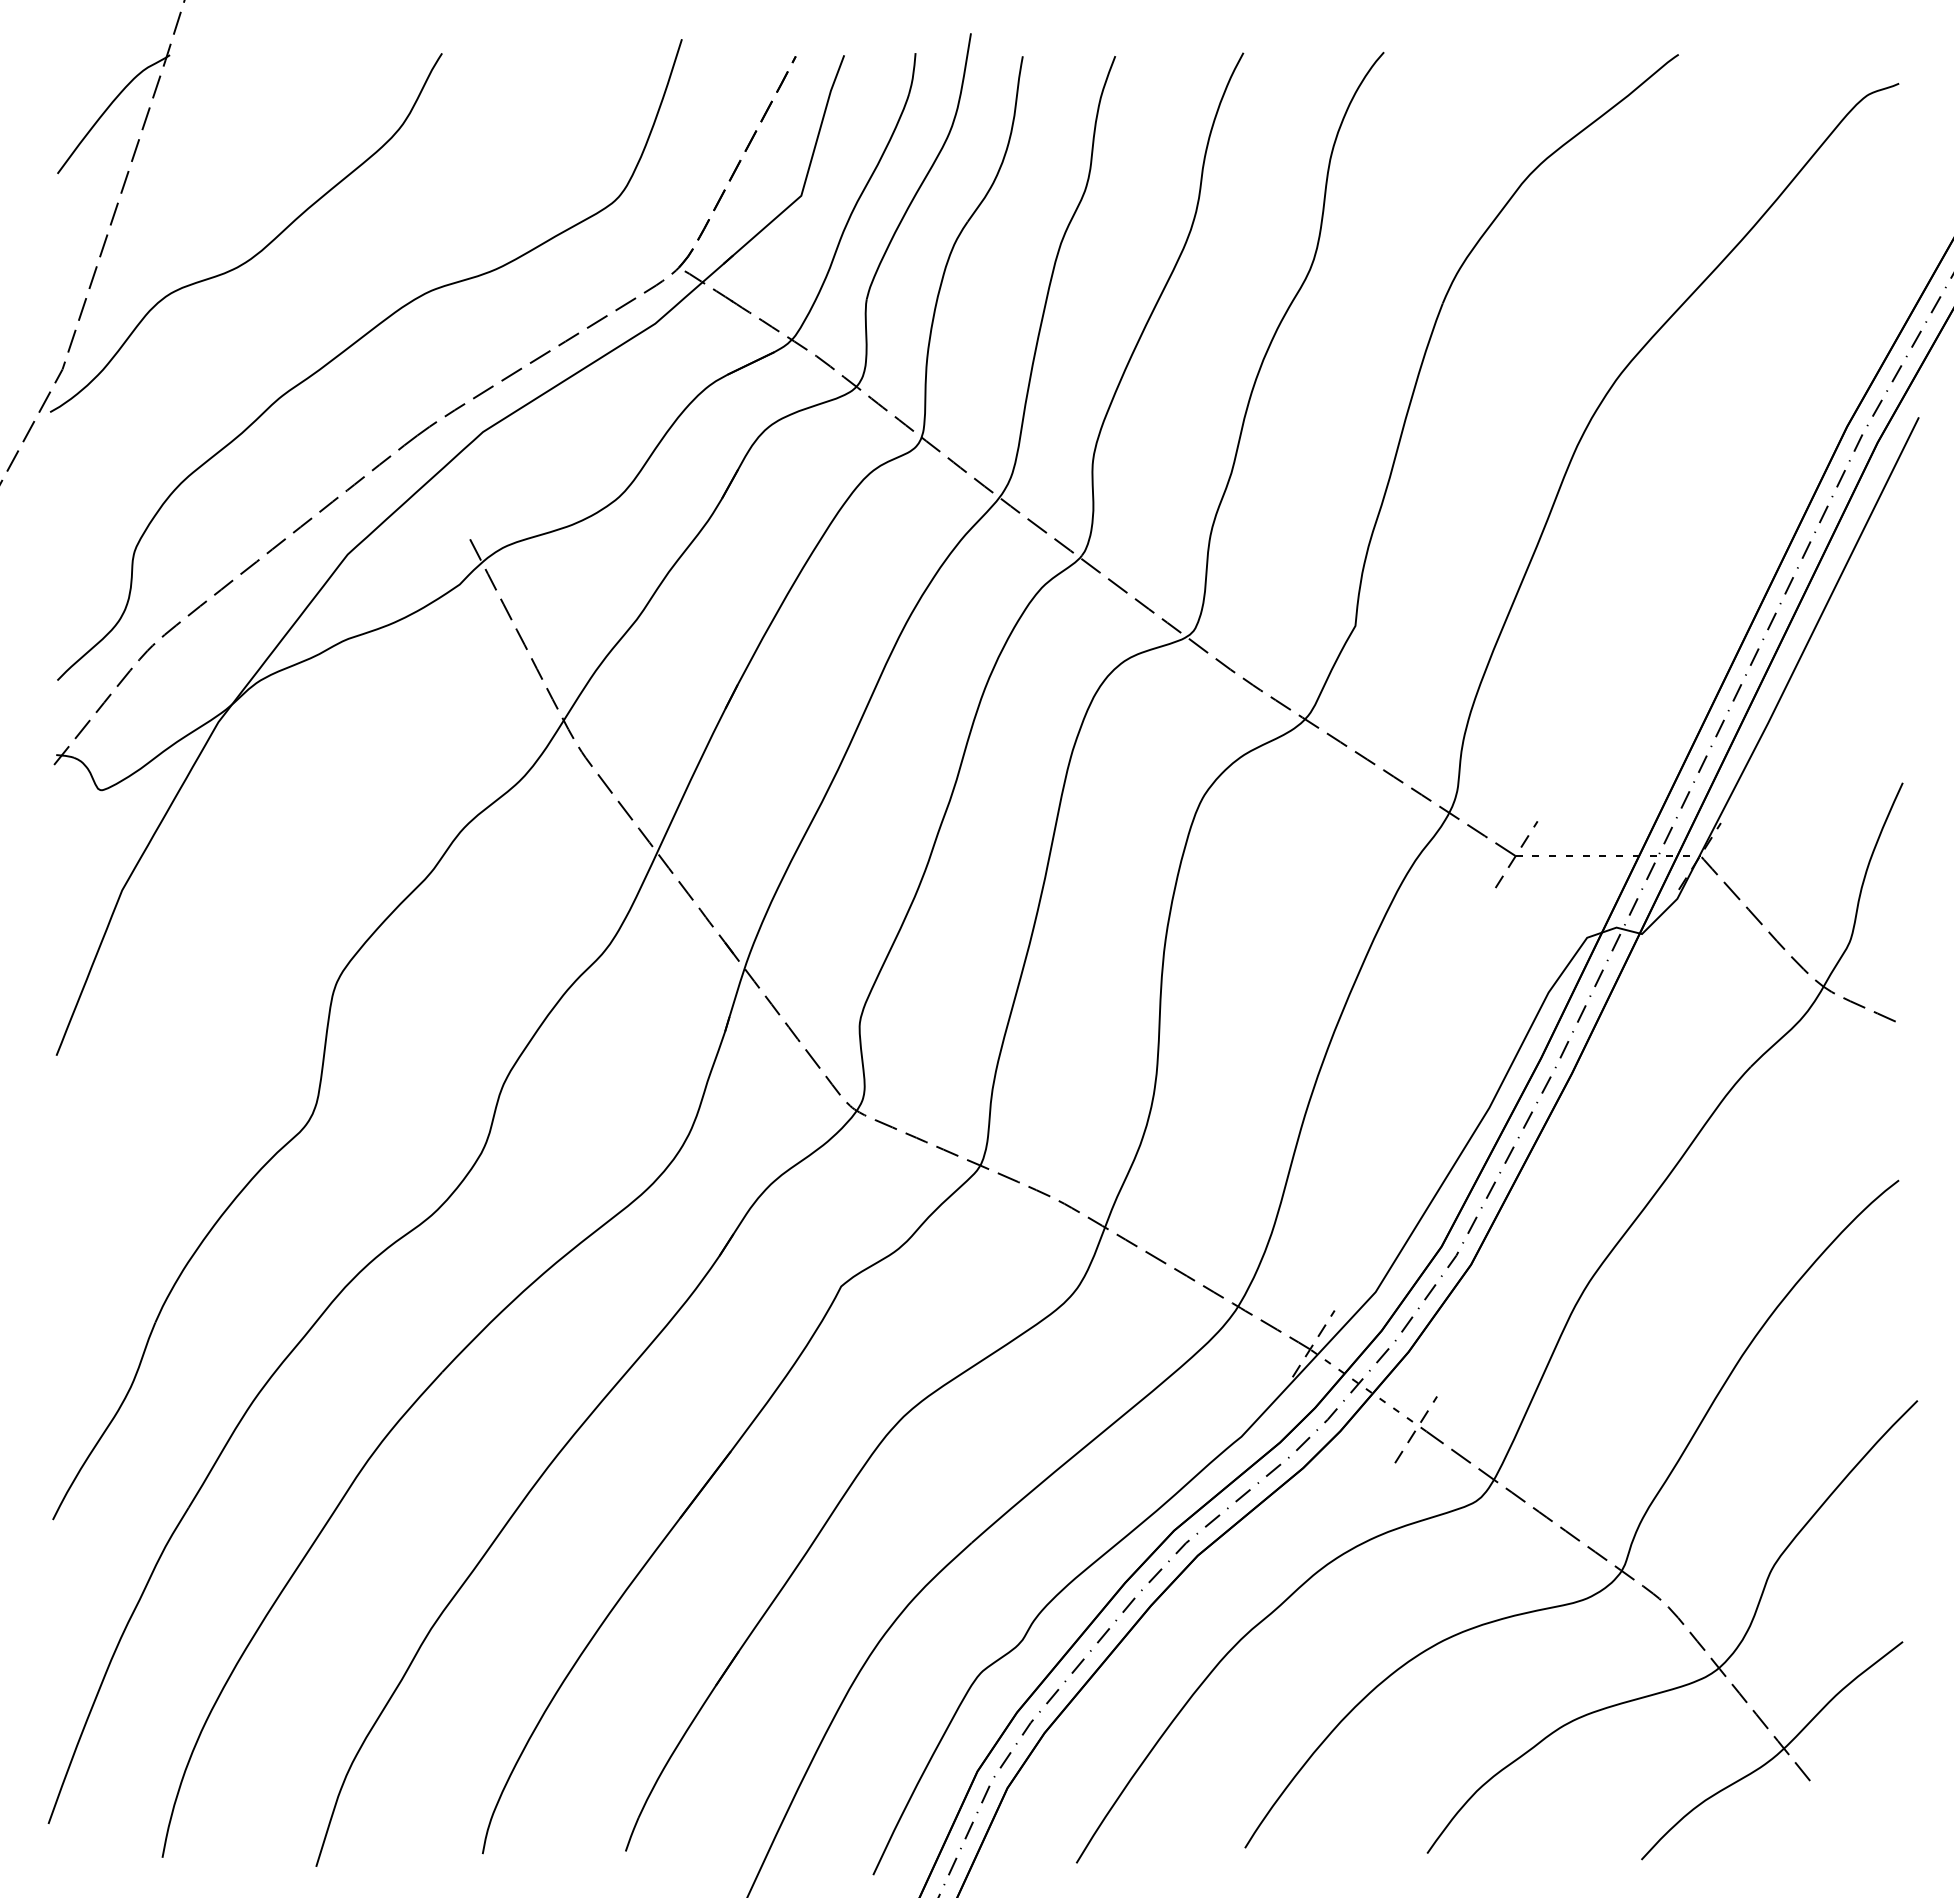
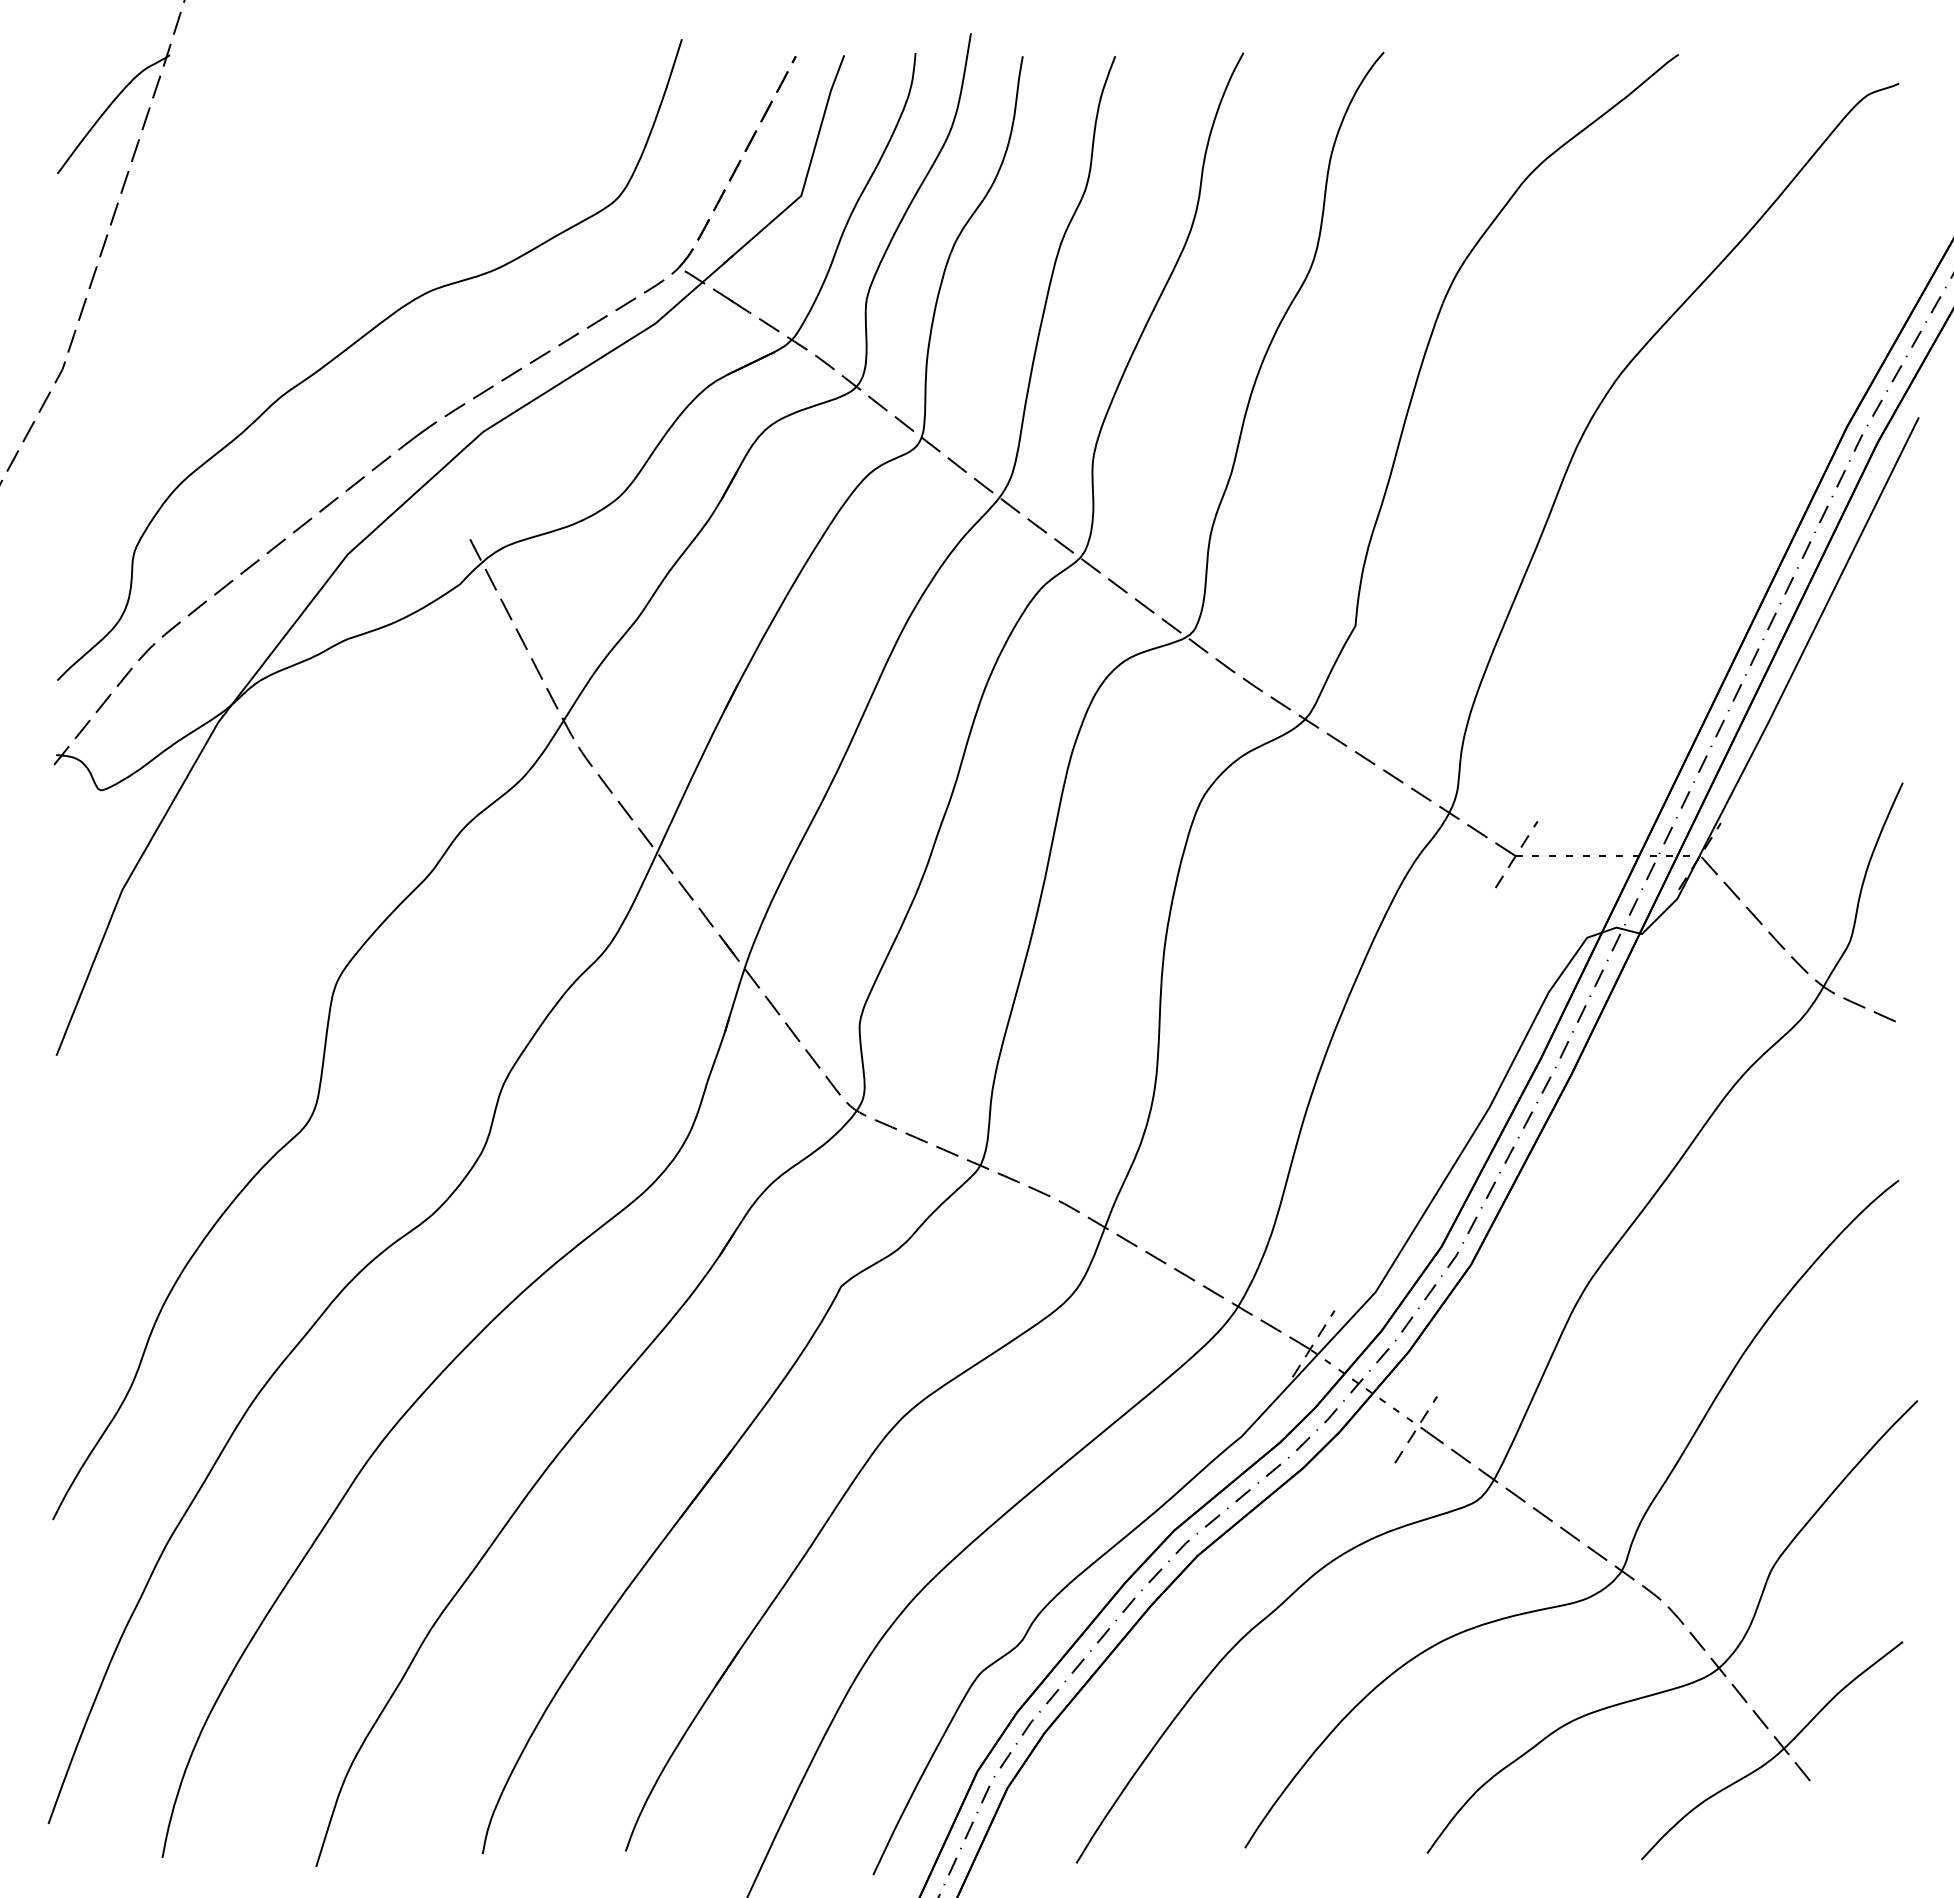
curve at (262, 248): present -> none
